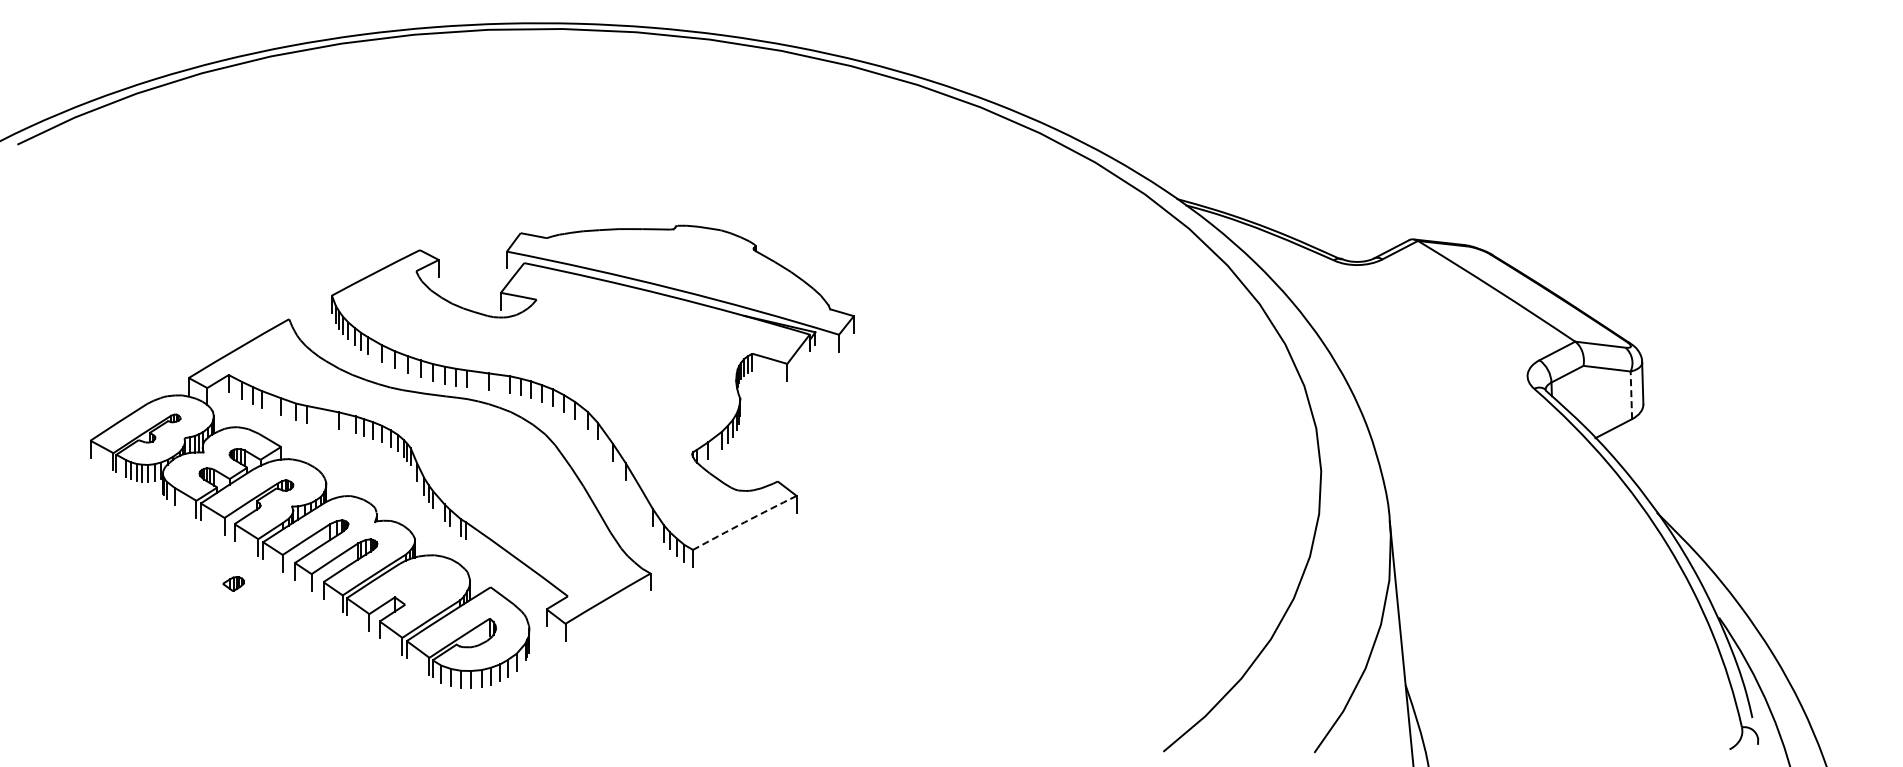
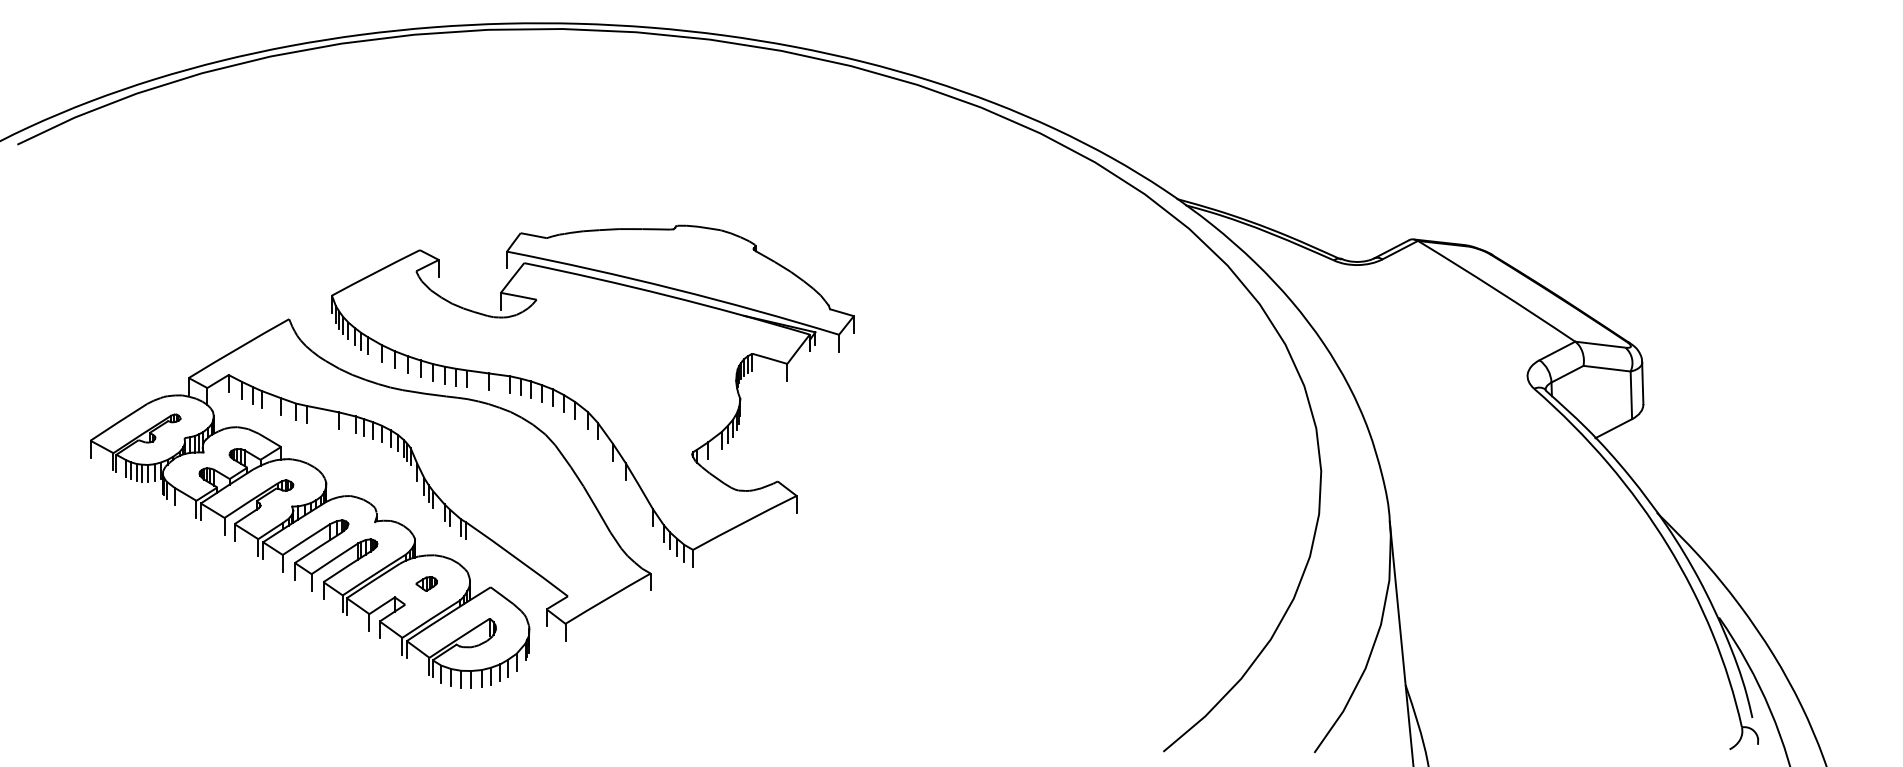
line at (1631, 395): dashed -> solid
arc at (744, 522): dashed -> solid
part at (233, 583) position: (233, 583) -> (426, 583)
